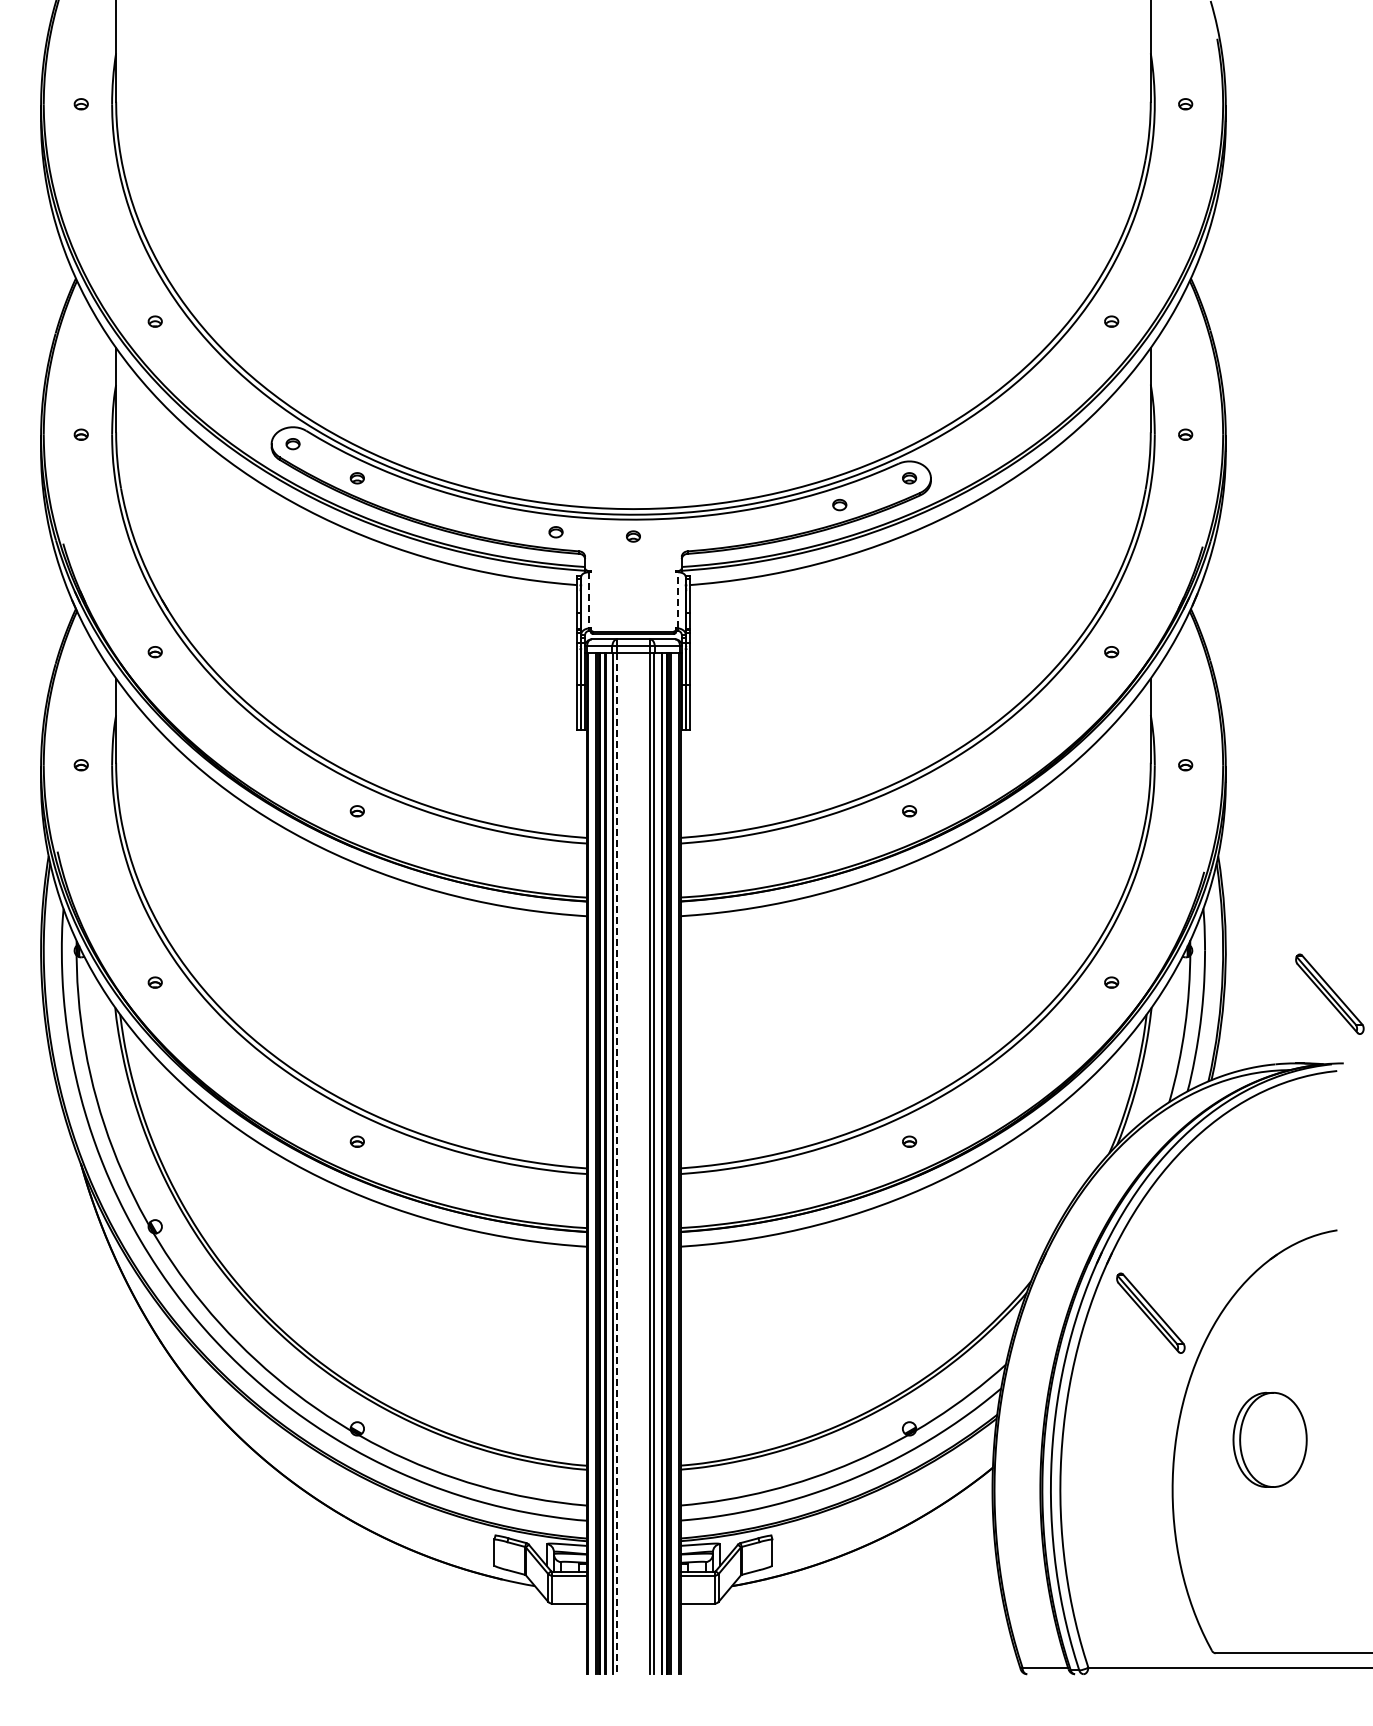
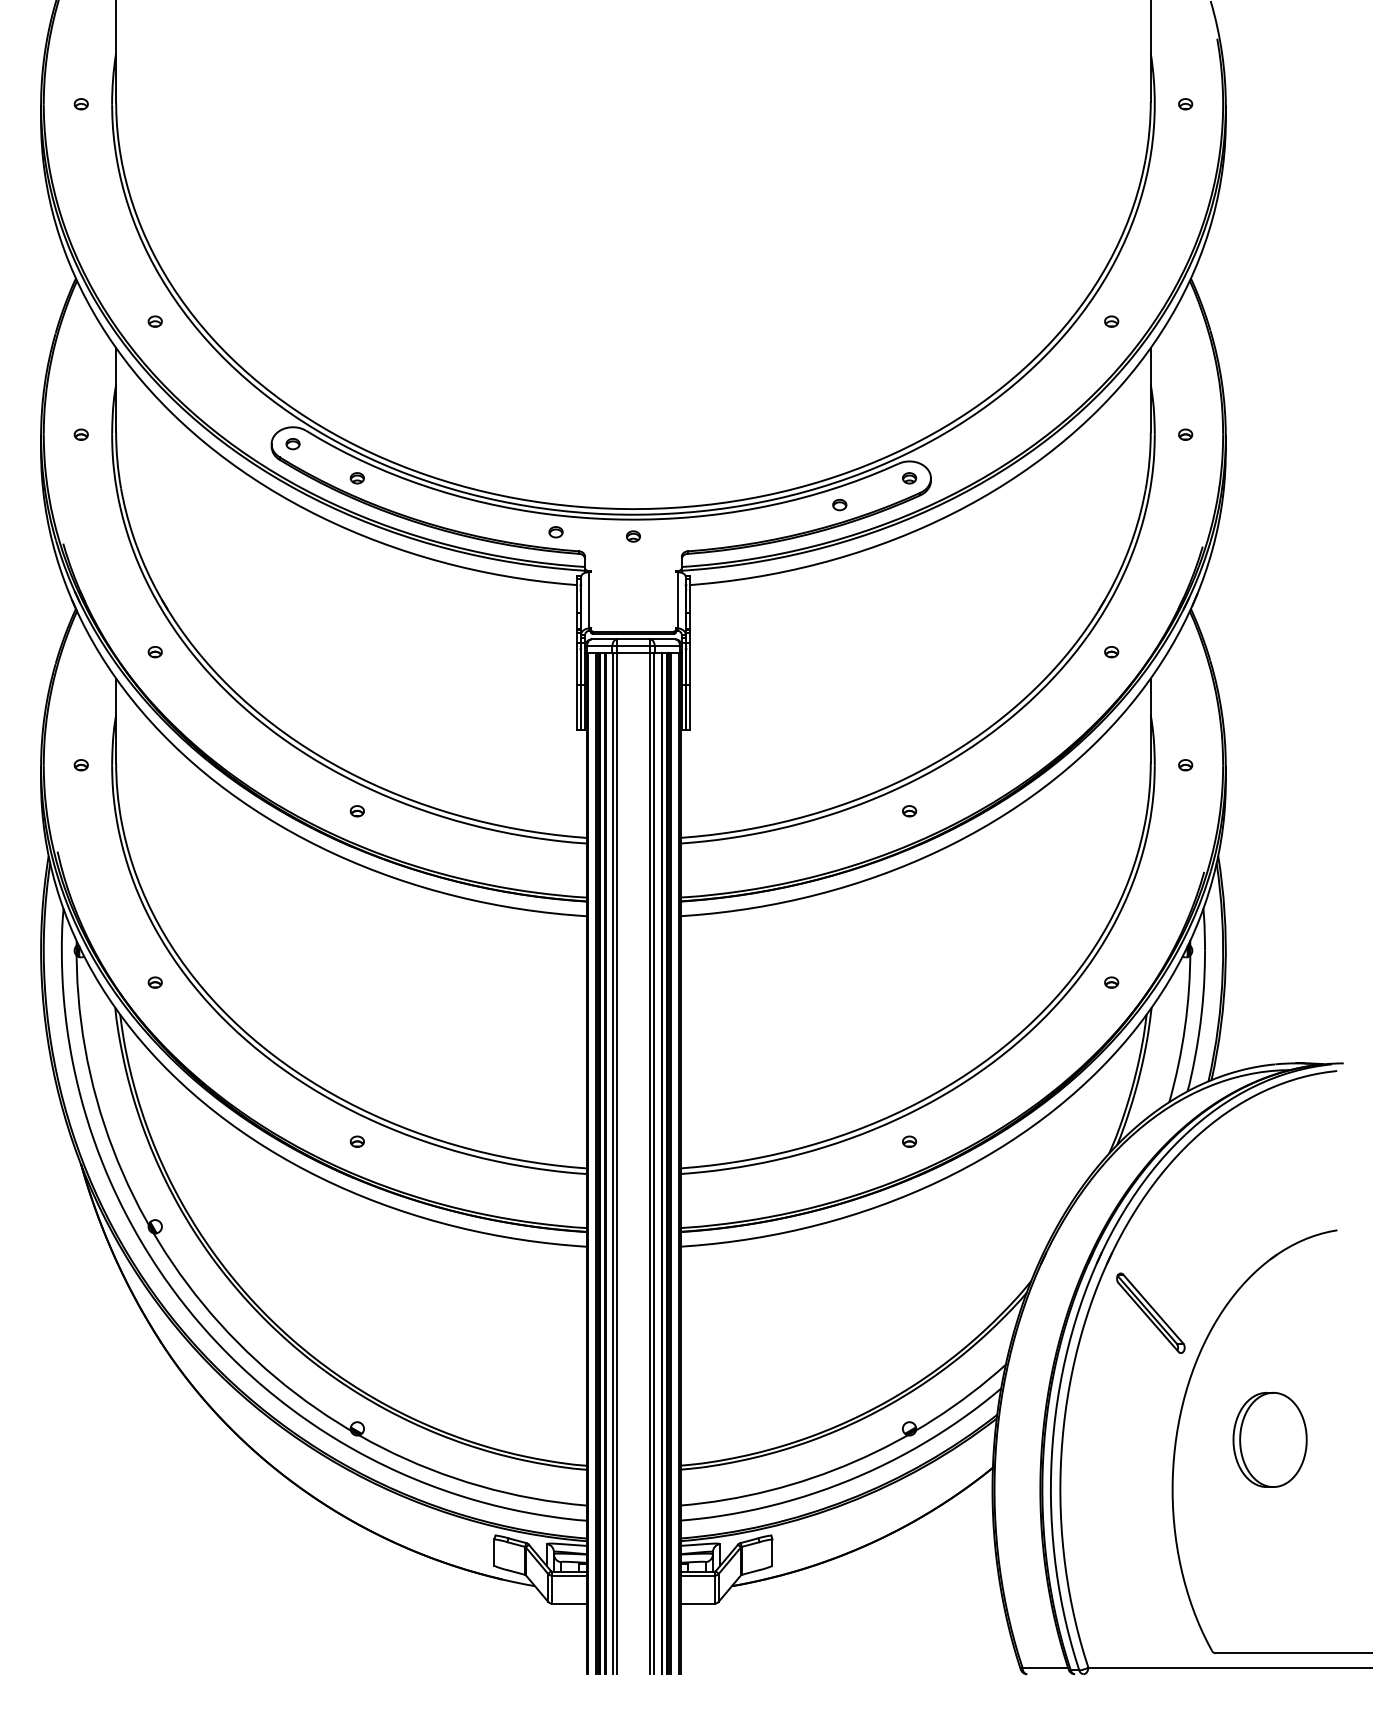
line at (678, 599): dashed -> solid
line at (588, 600): dashed -> solid
part at (1329, 993): present -> none
line at (617, 1163): dashed -> solid
